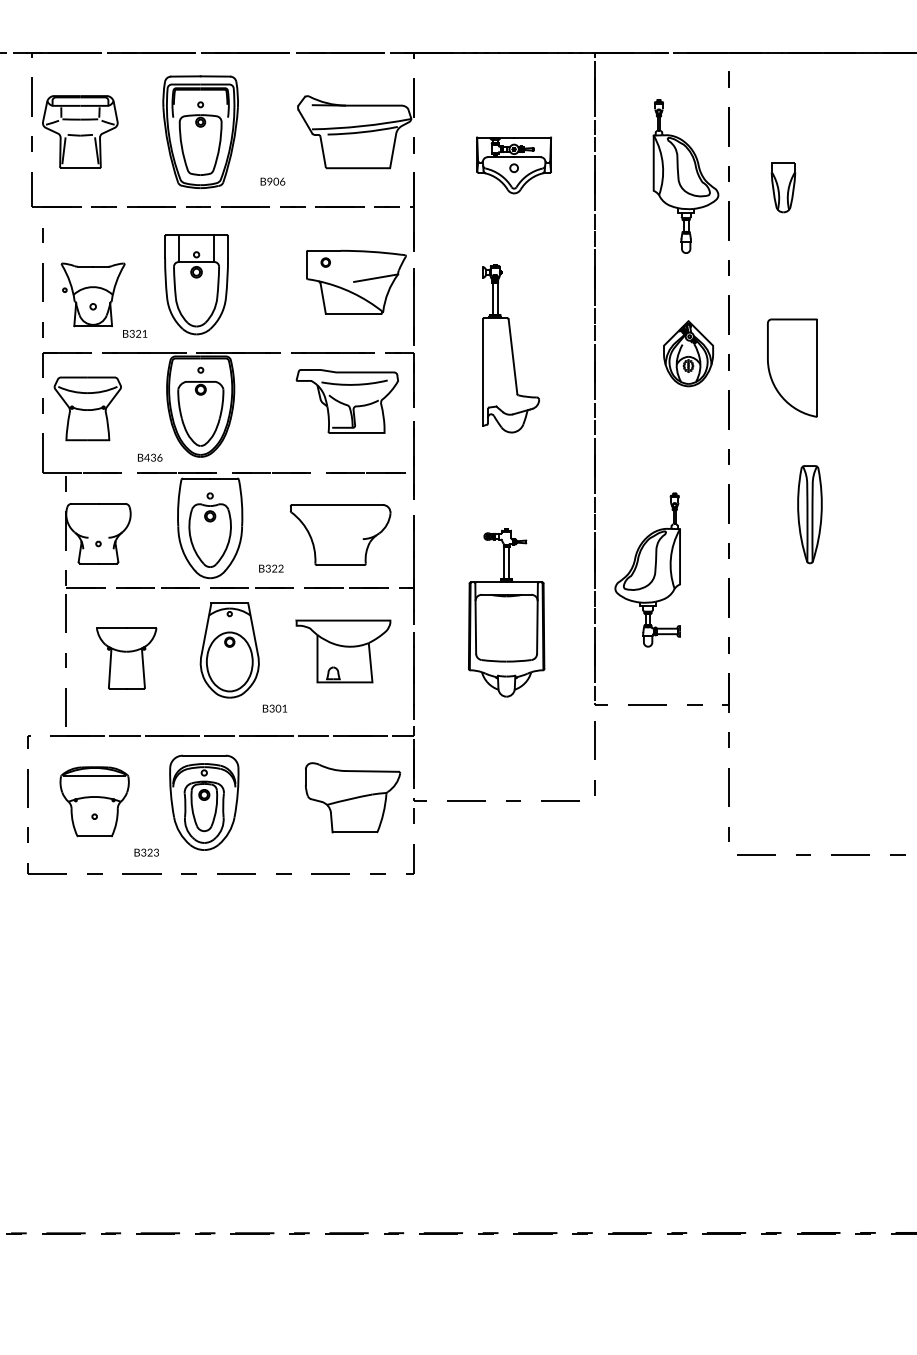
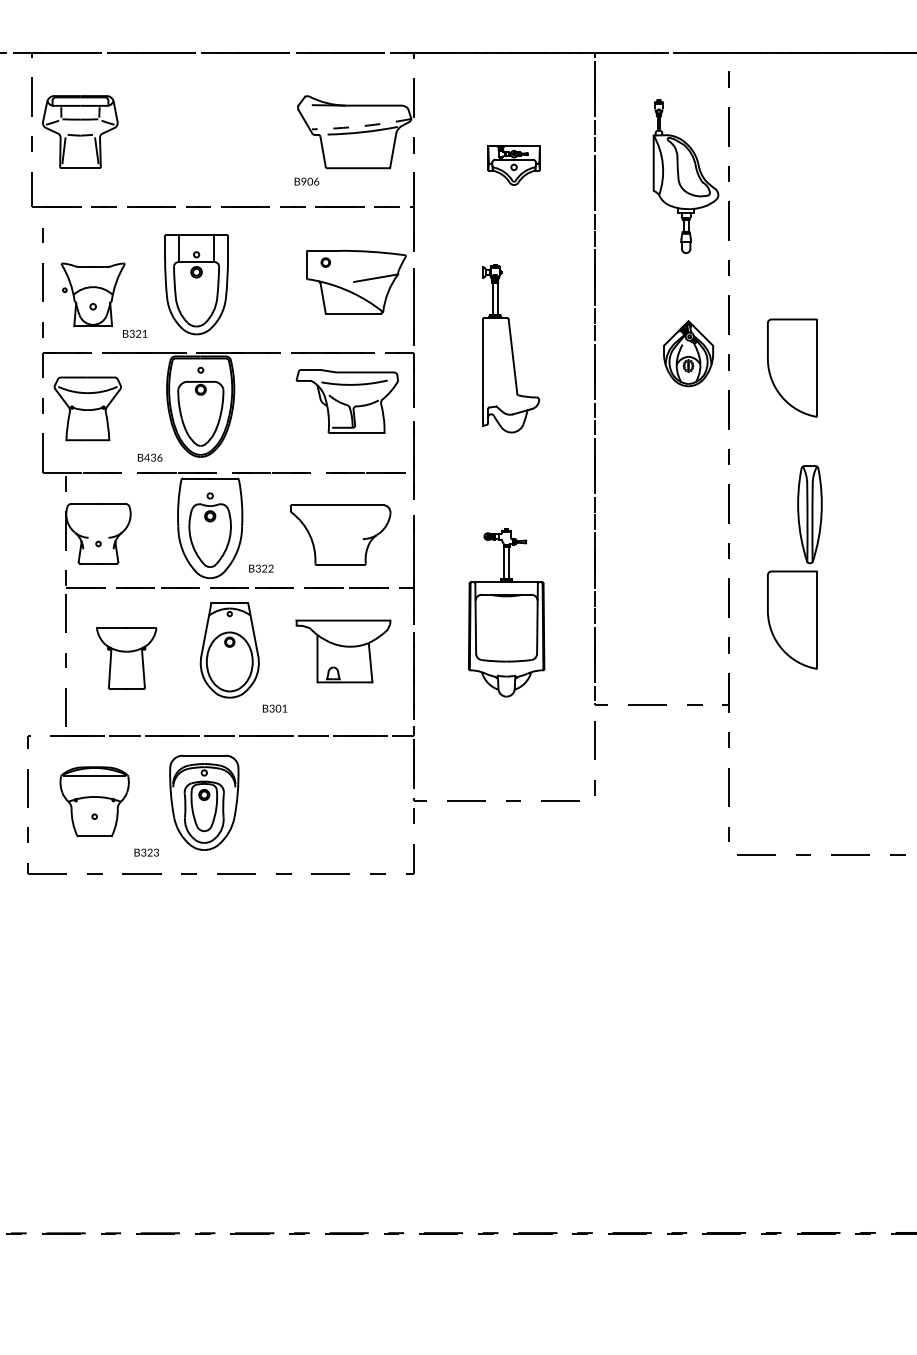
line at (361, 126): solid -> dashed
part at (200, 131): present -> none
part at (513, 165) size: 76x59 px -> 54x41 px
text at (272, 181) position: (272, 181) -> (306, 181)
part at (783, 187): present -> none
text at (271, 568) position: (271, 568) -> (261, 568)
part at (647, 569): present -> none
part at (792, 619): none -> present
part at (352, 797): present -> none
